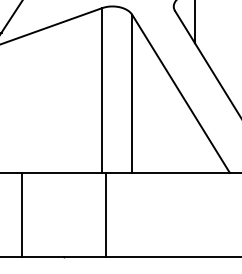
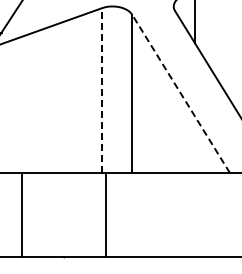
line at (101, 90): solid -> dashed
line at (181, 93): solid -> dashed
